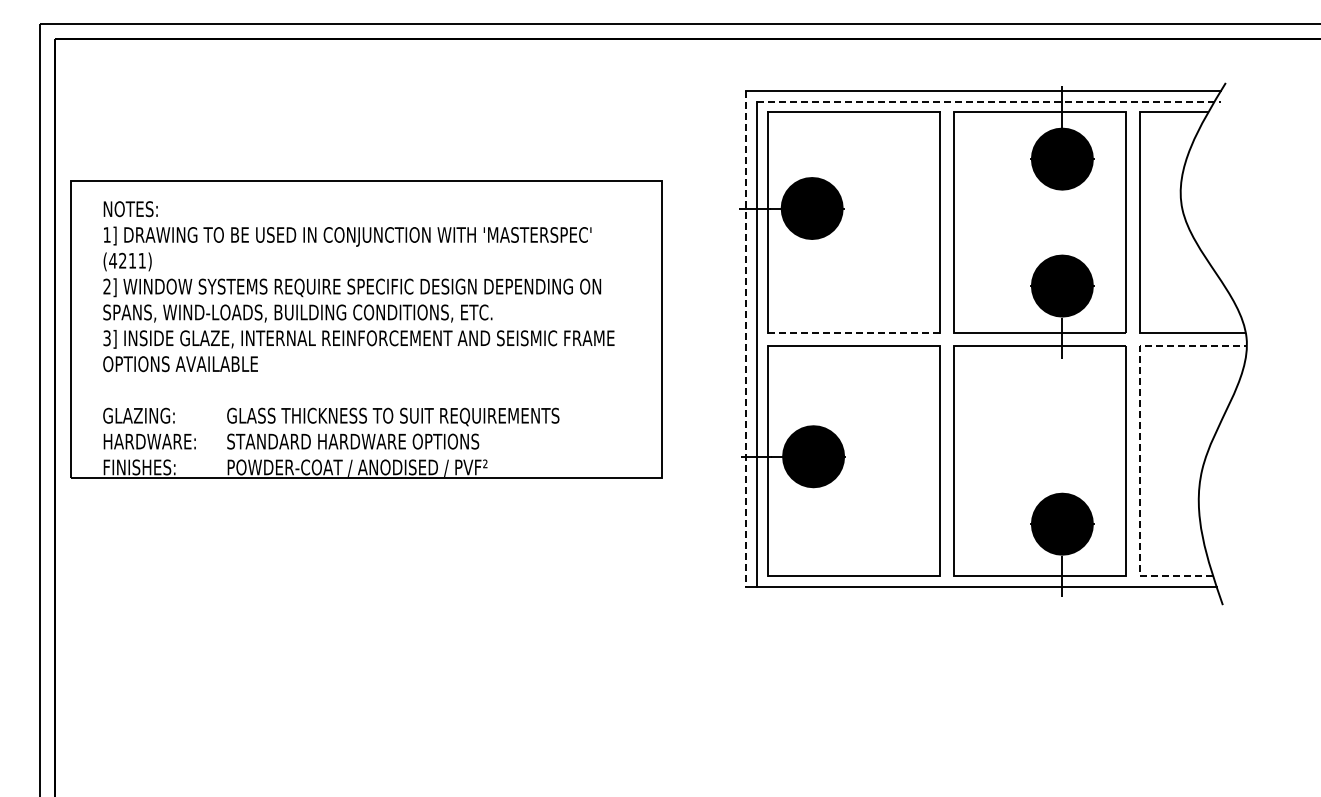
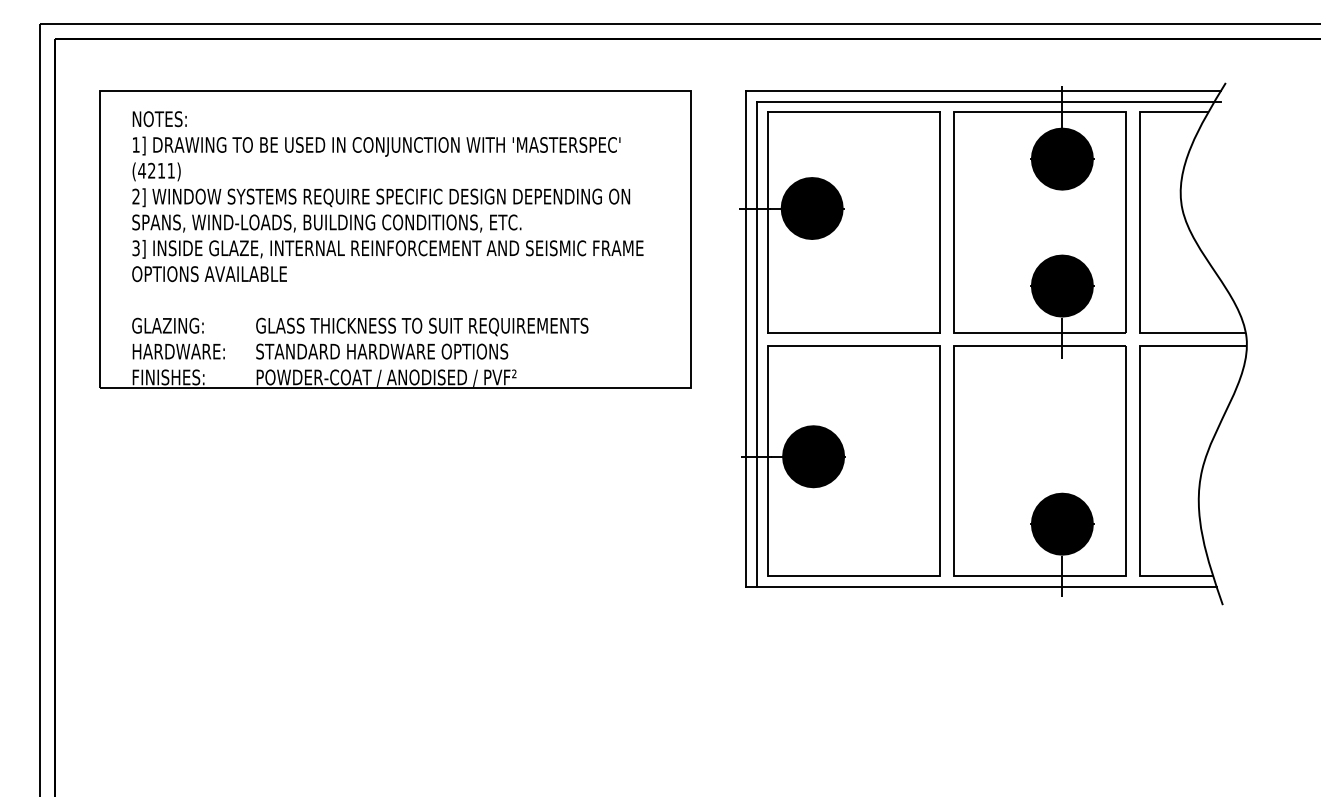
line at (989, 102): dashed -> solid
part at (366, 329) position: (366, 329) -> (395, 239)
line at (854, 332): dashed -> solid
line at (746, 339): dashed -> solid
line at (1140, 443): dashed -> solid
